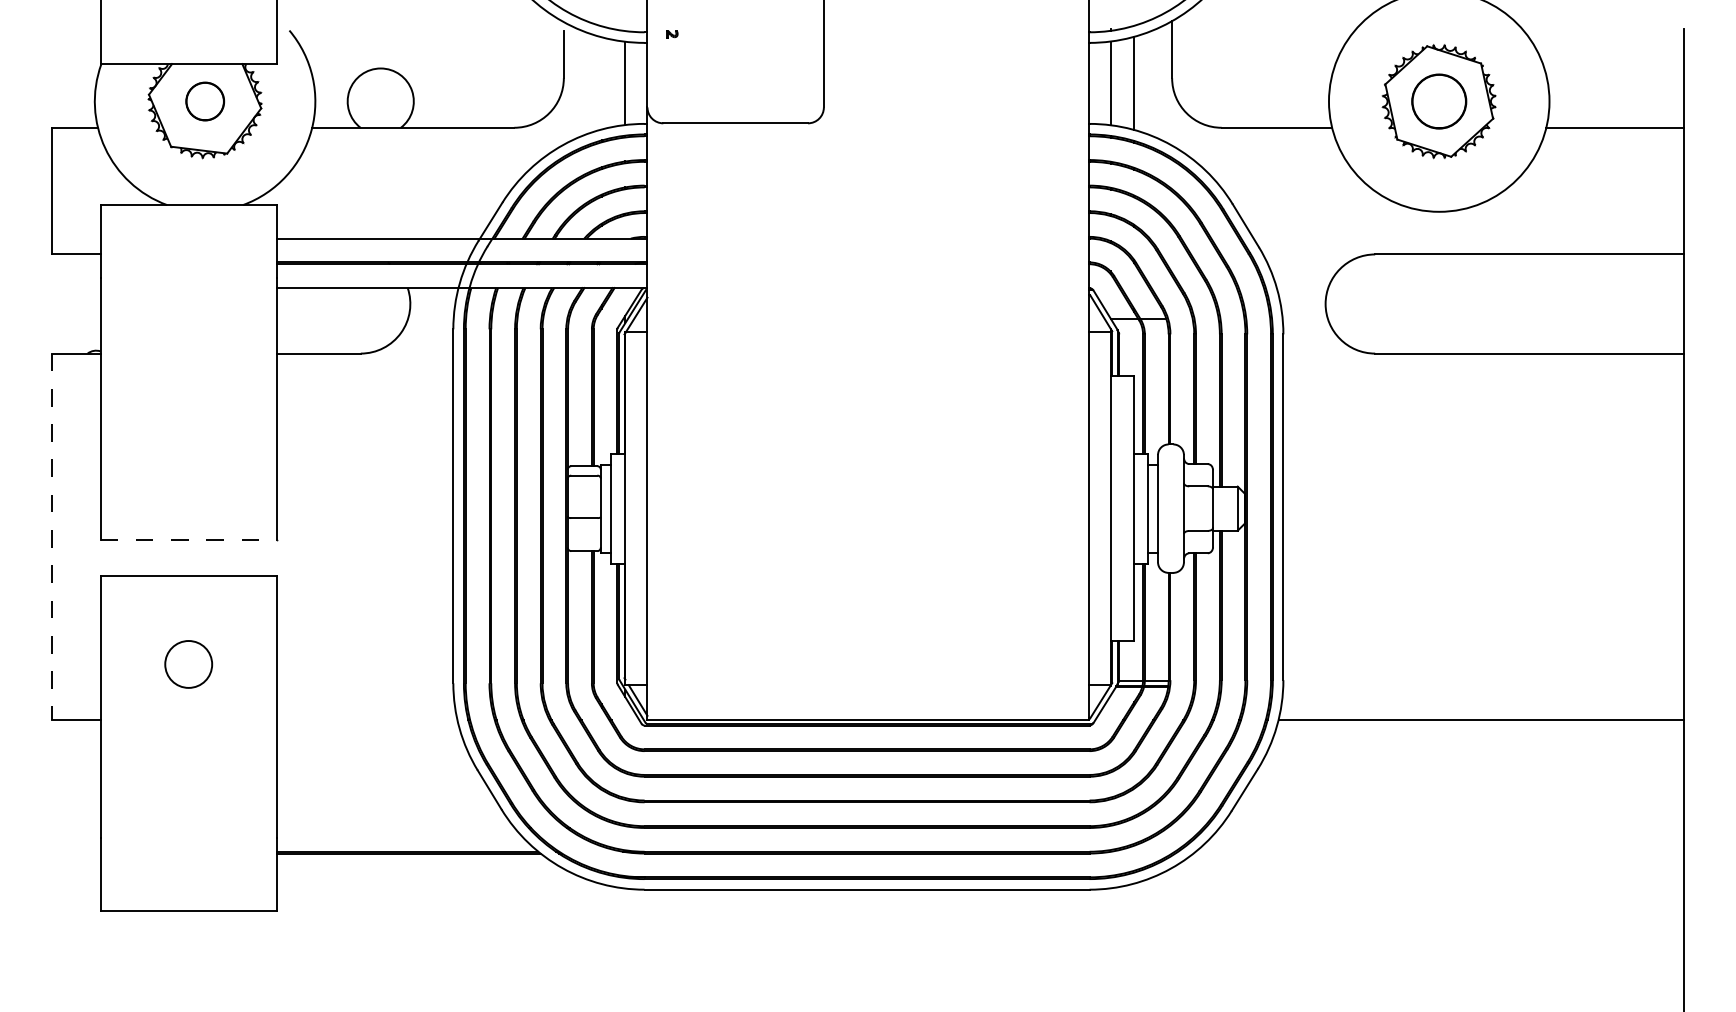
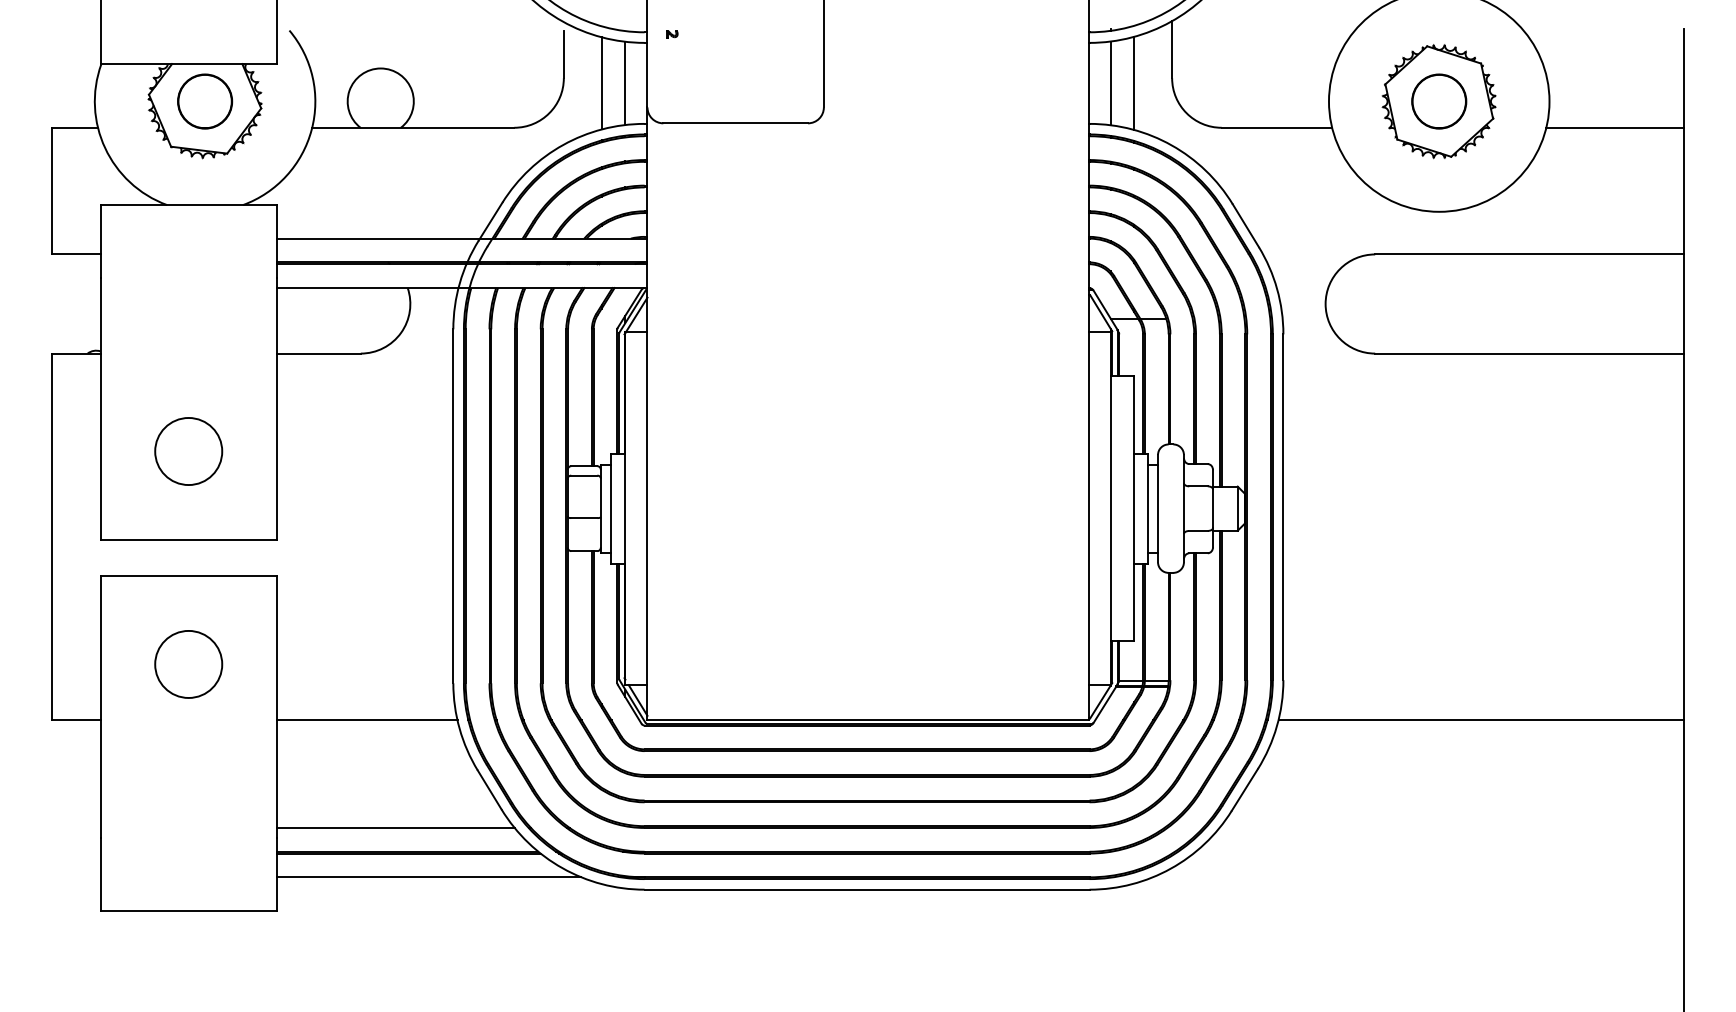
line at (601, 83): none -> present
circle at (205, 101) size: 41x41 px -> 57x57 px
circle at (188, 451): none -> present
line at (52, 537): dashed -> solid
line at (189, 539): dashed -> solid
circle at (188, 664) diameter: 47 px -> 67 px
line at (366, 720): none -> present
line at (395, 827): none -> present
line at (428, 877): none -> present
